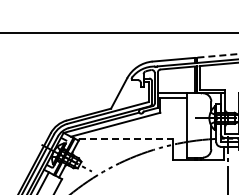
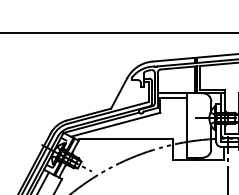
line at (218, 55): dashed -> solid
line at (126, 139): dashed -> solid
